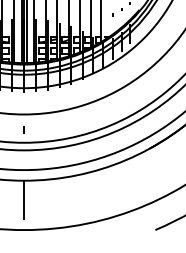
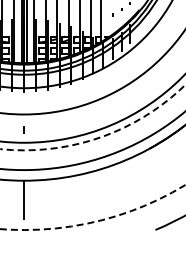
circle at (92, 117): solid -> dashed
circle at (92, 207): solid -> dashed
